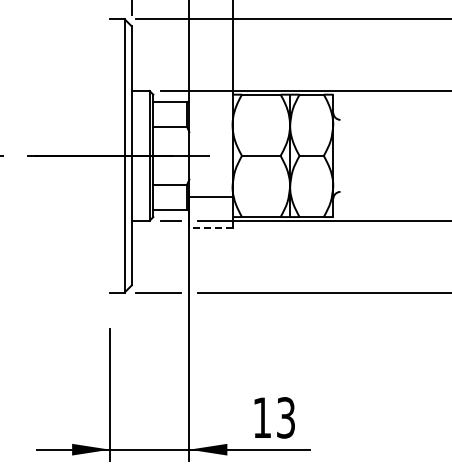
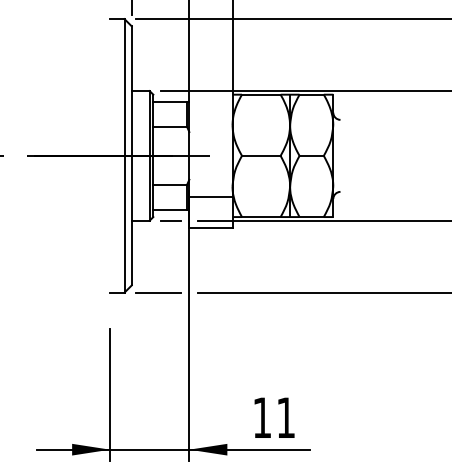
line at (210, 227): dashed -> solid
text at (285, 417): 13 -> 11
